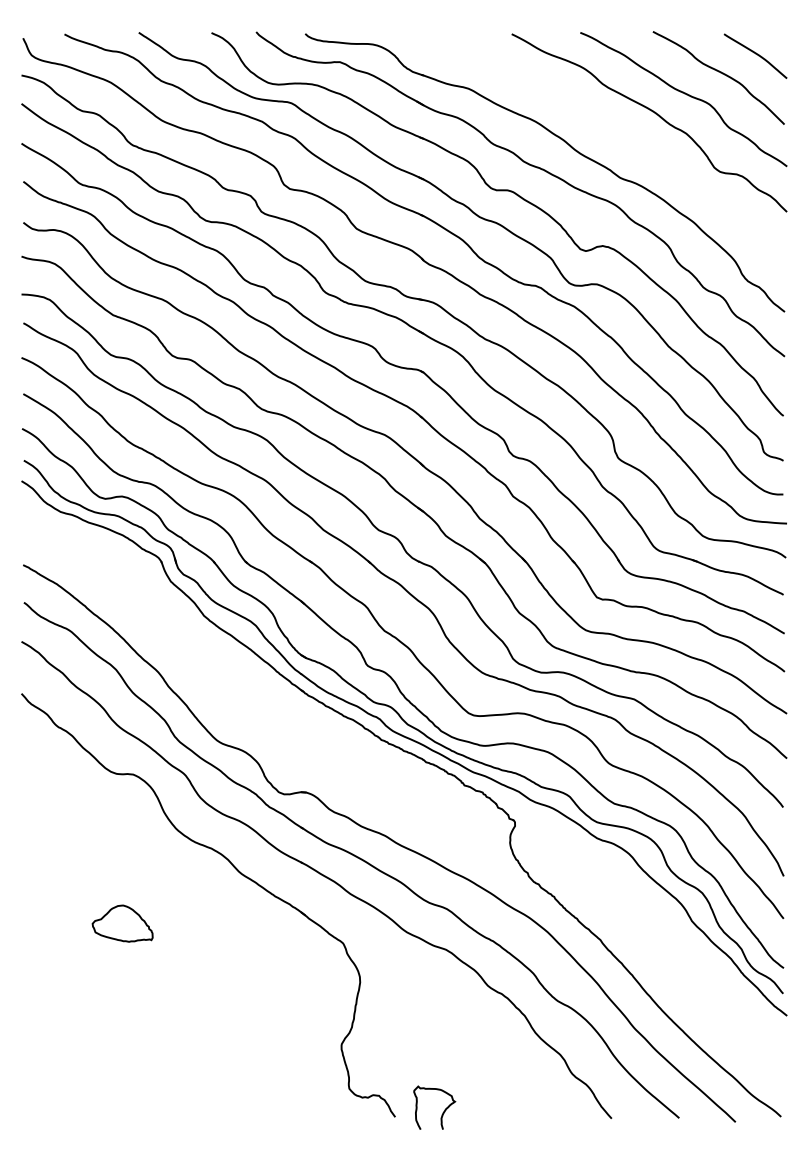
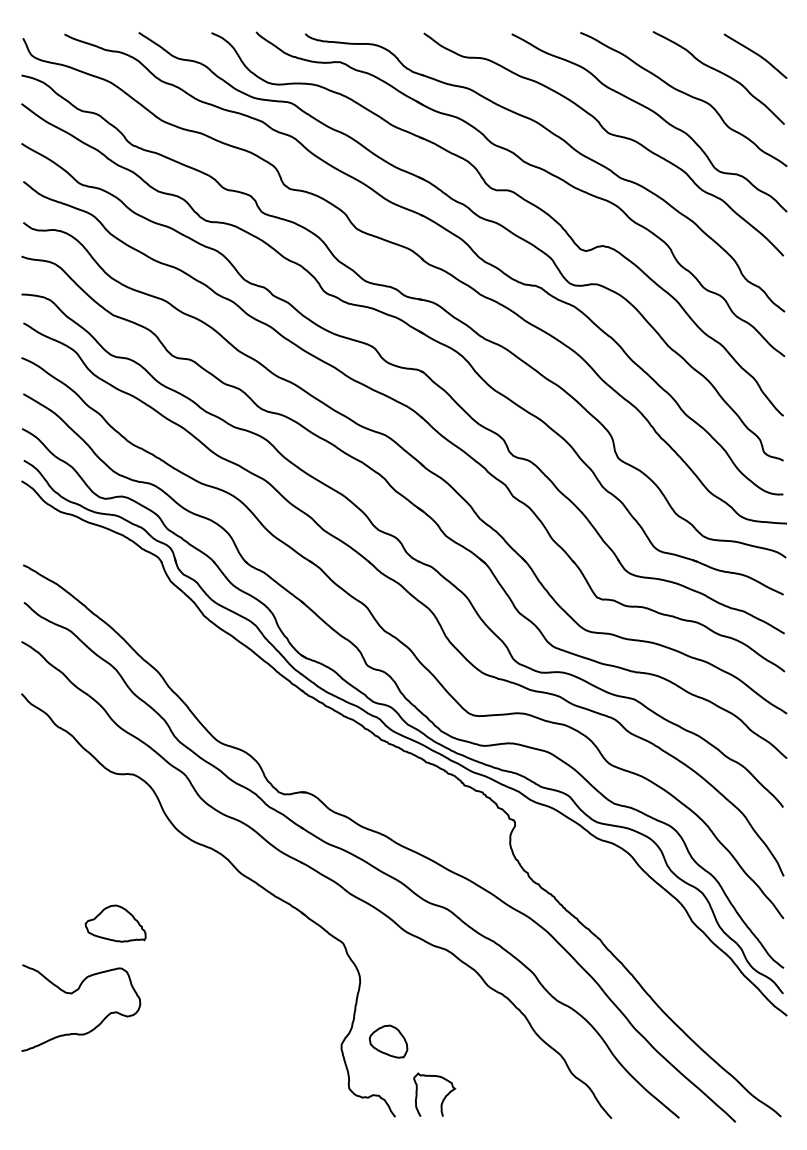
curve at (608, 134): none -> present
part at (122, 923) position: (122, 923) -> (115, 923)
curve at (72, 994): none -> present
part at (388, 1041): none -> present
curve at (442, 1112) position: (442, 1112) -> (442, 1099)
